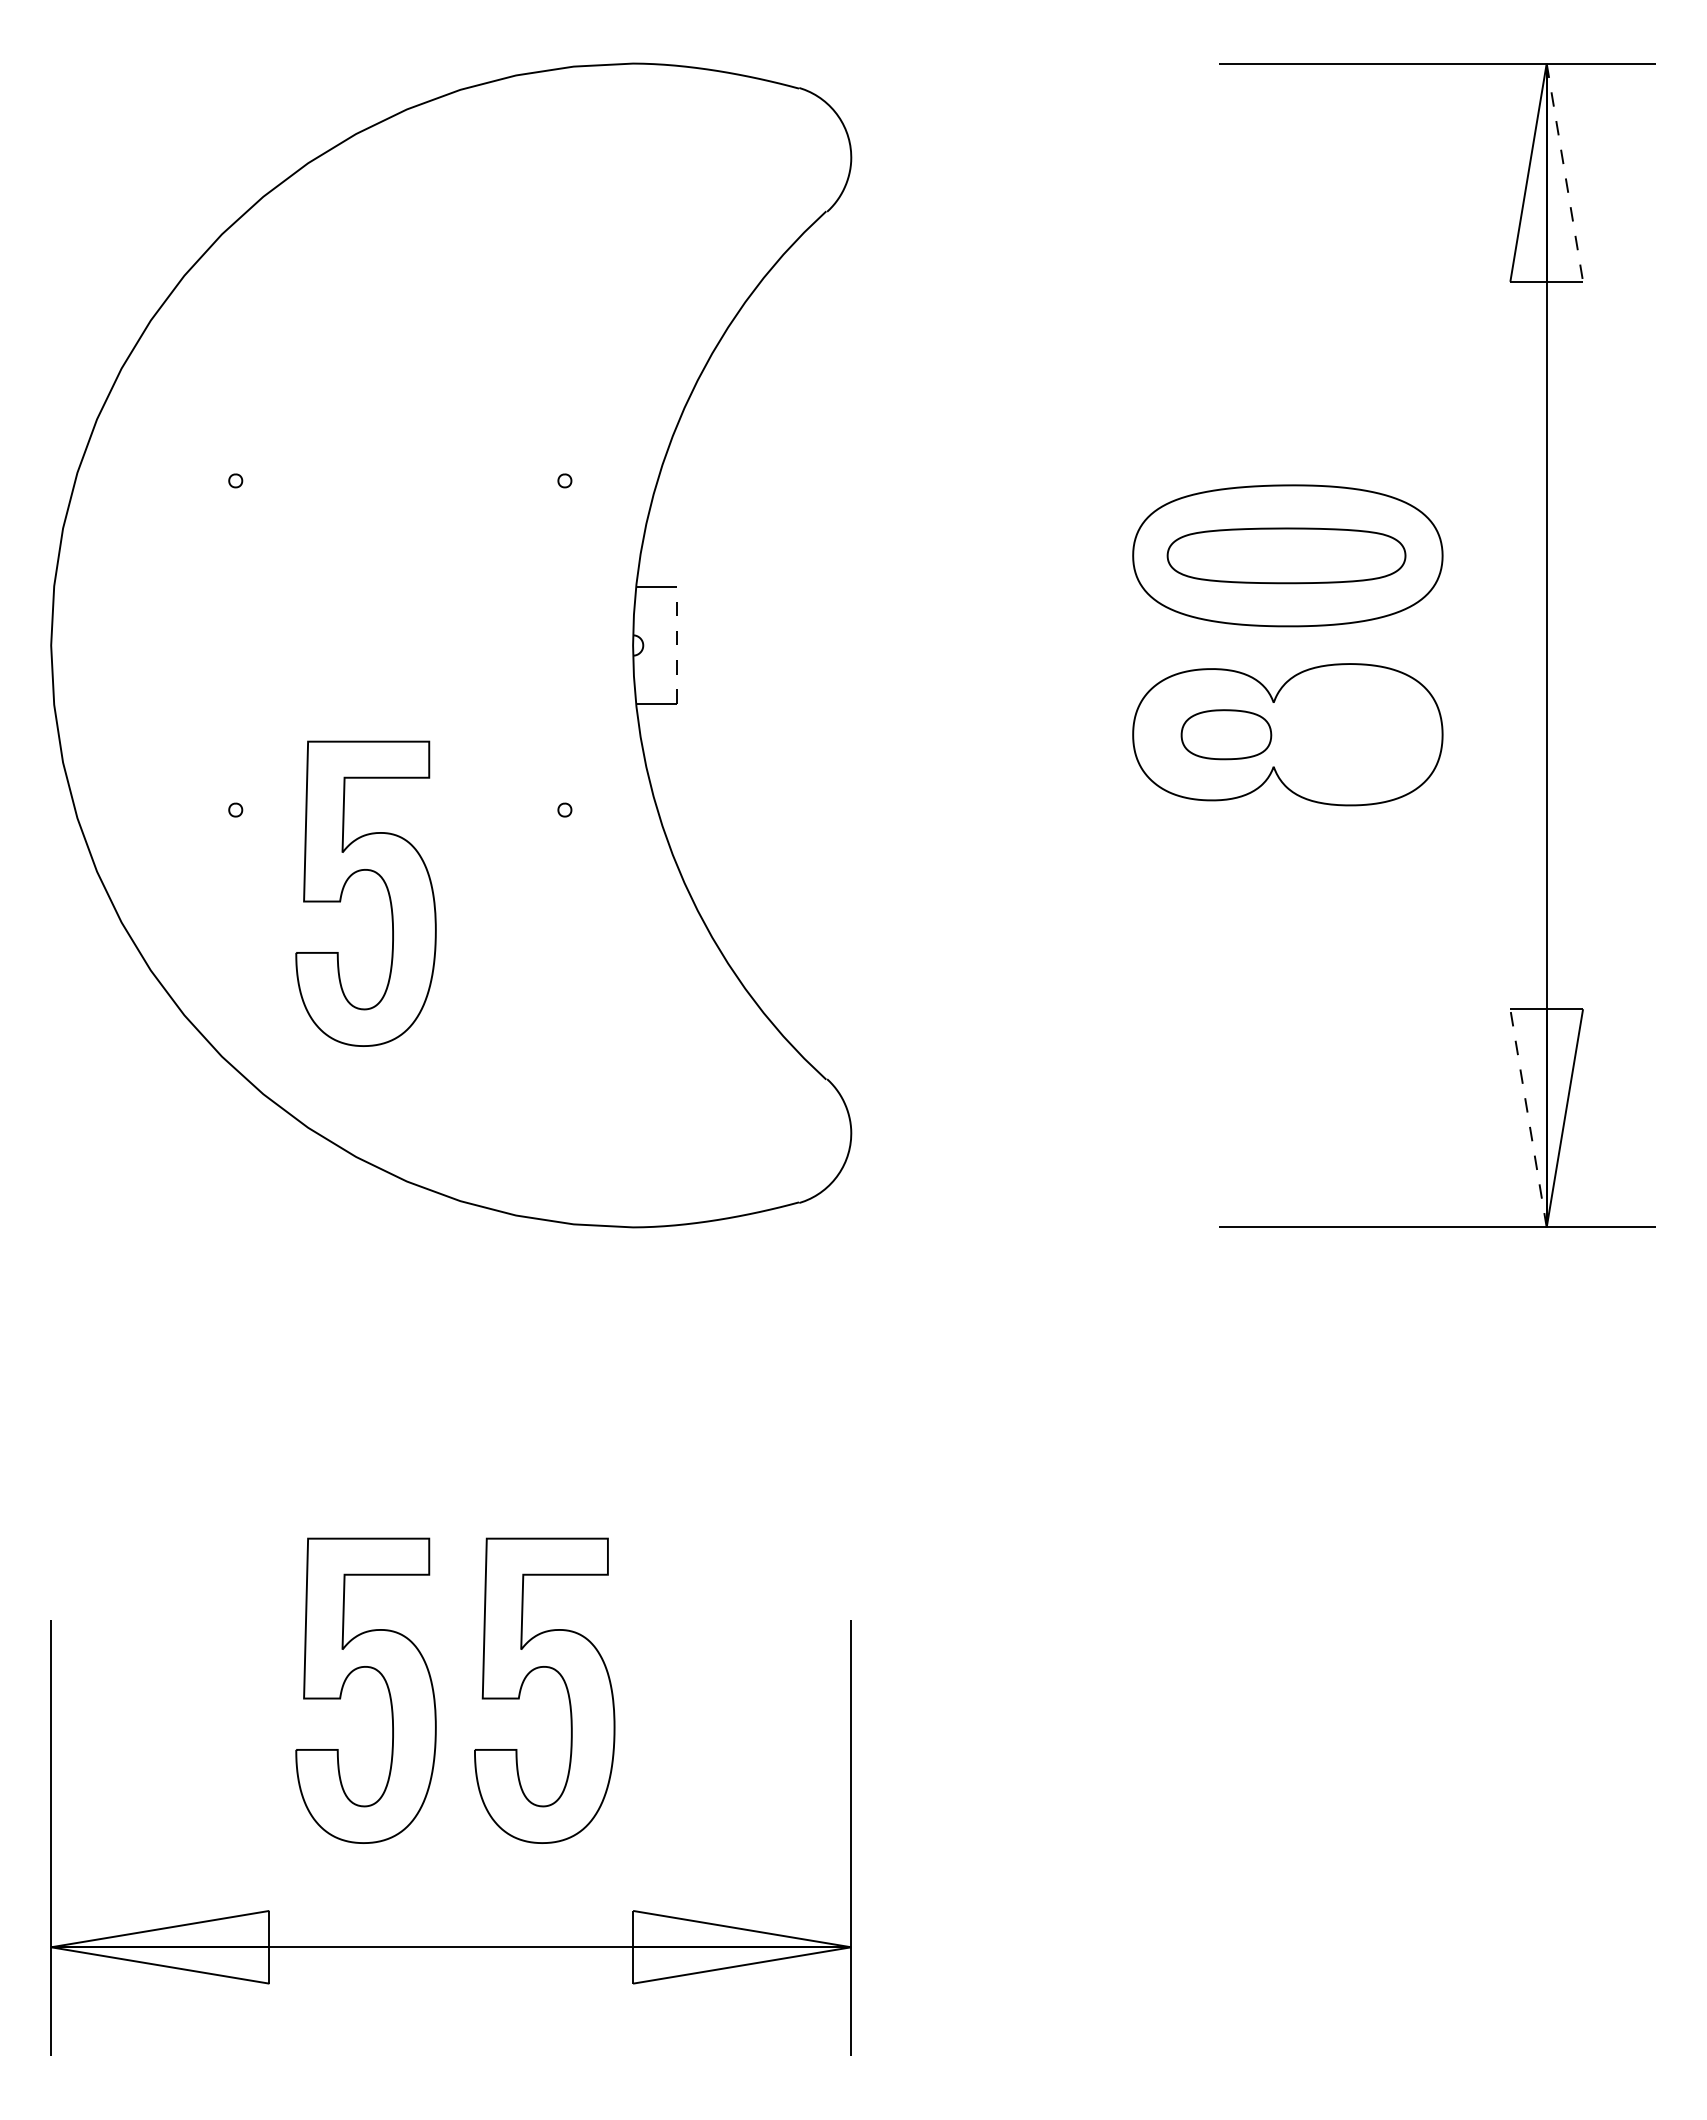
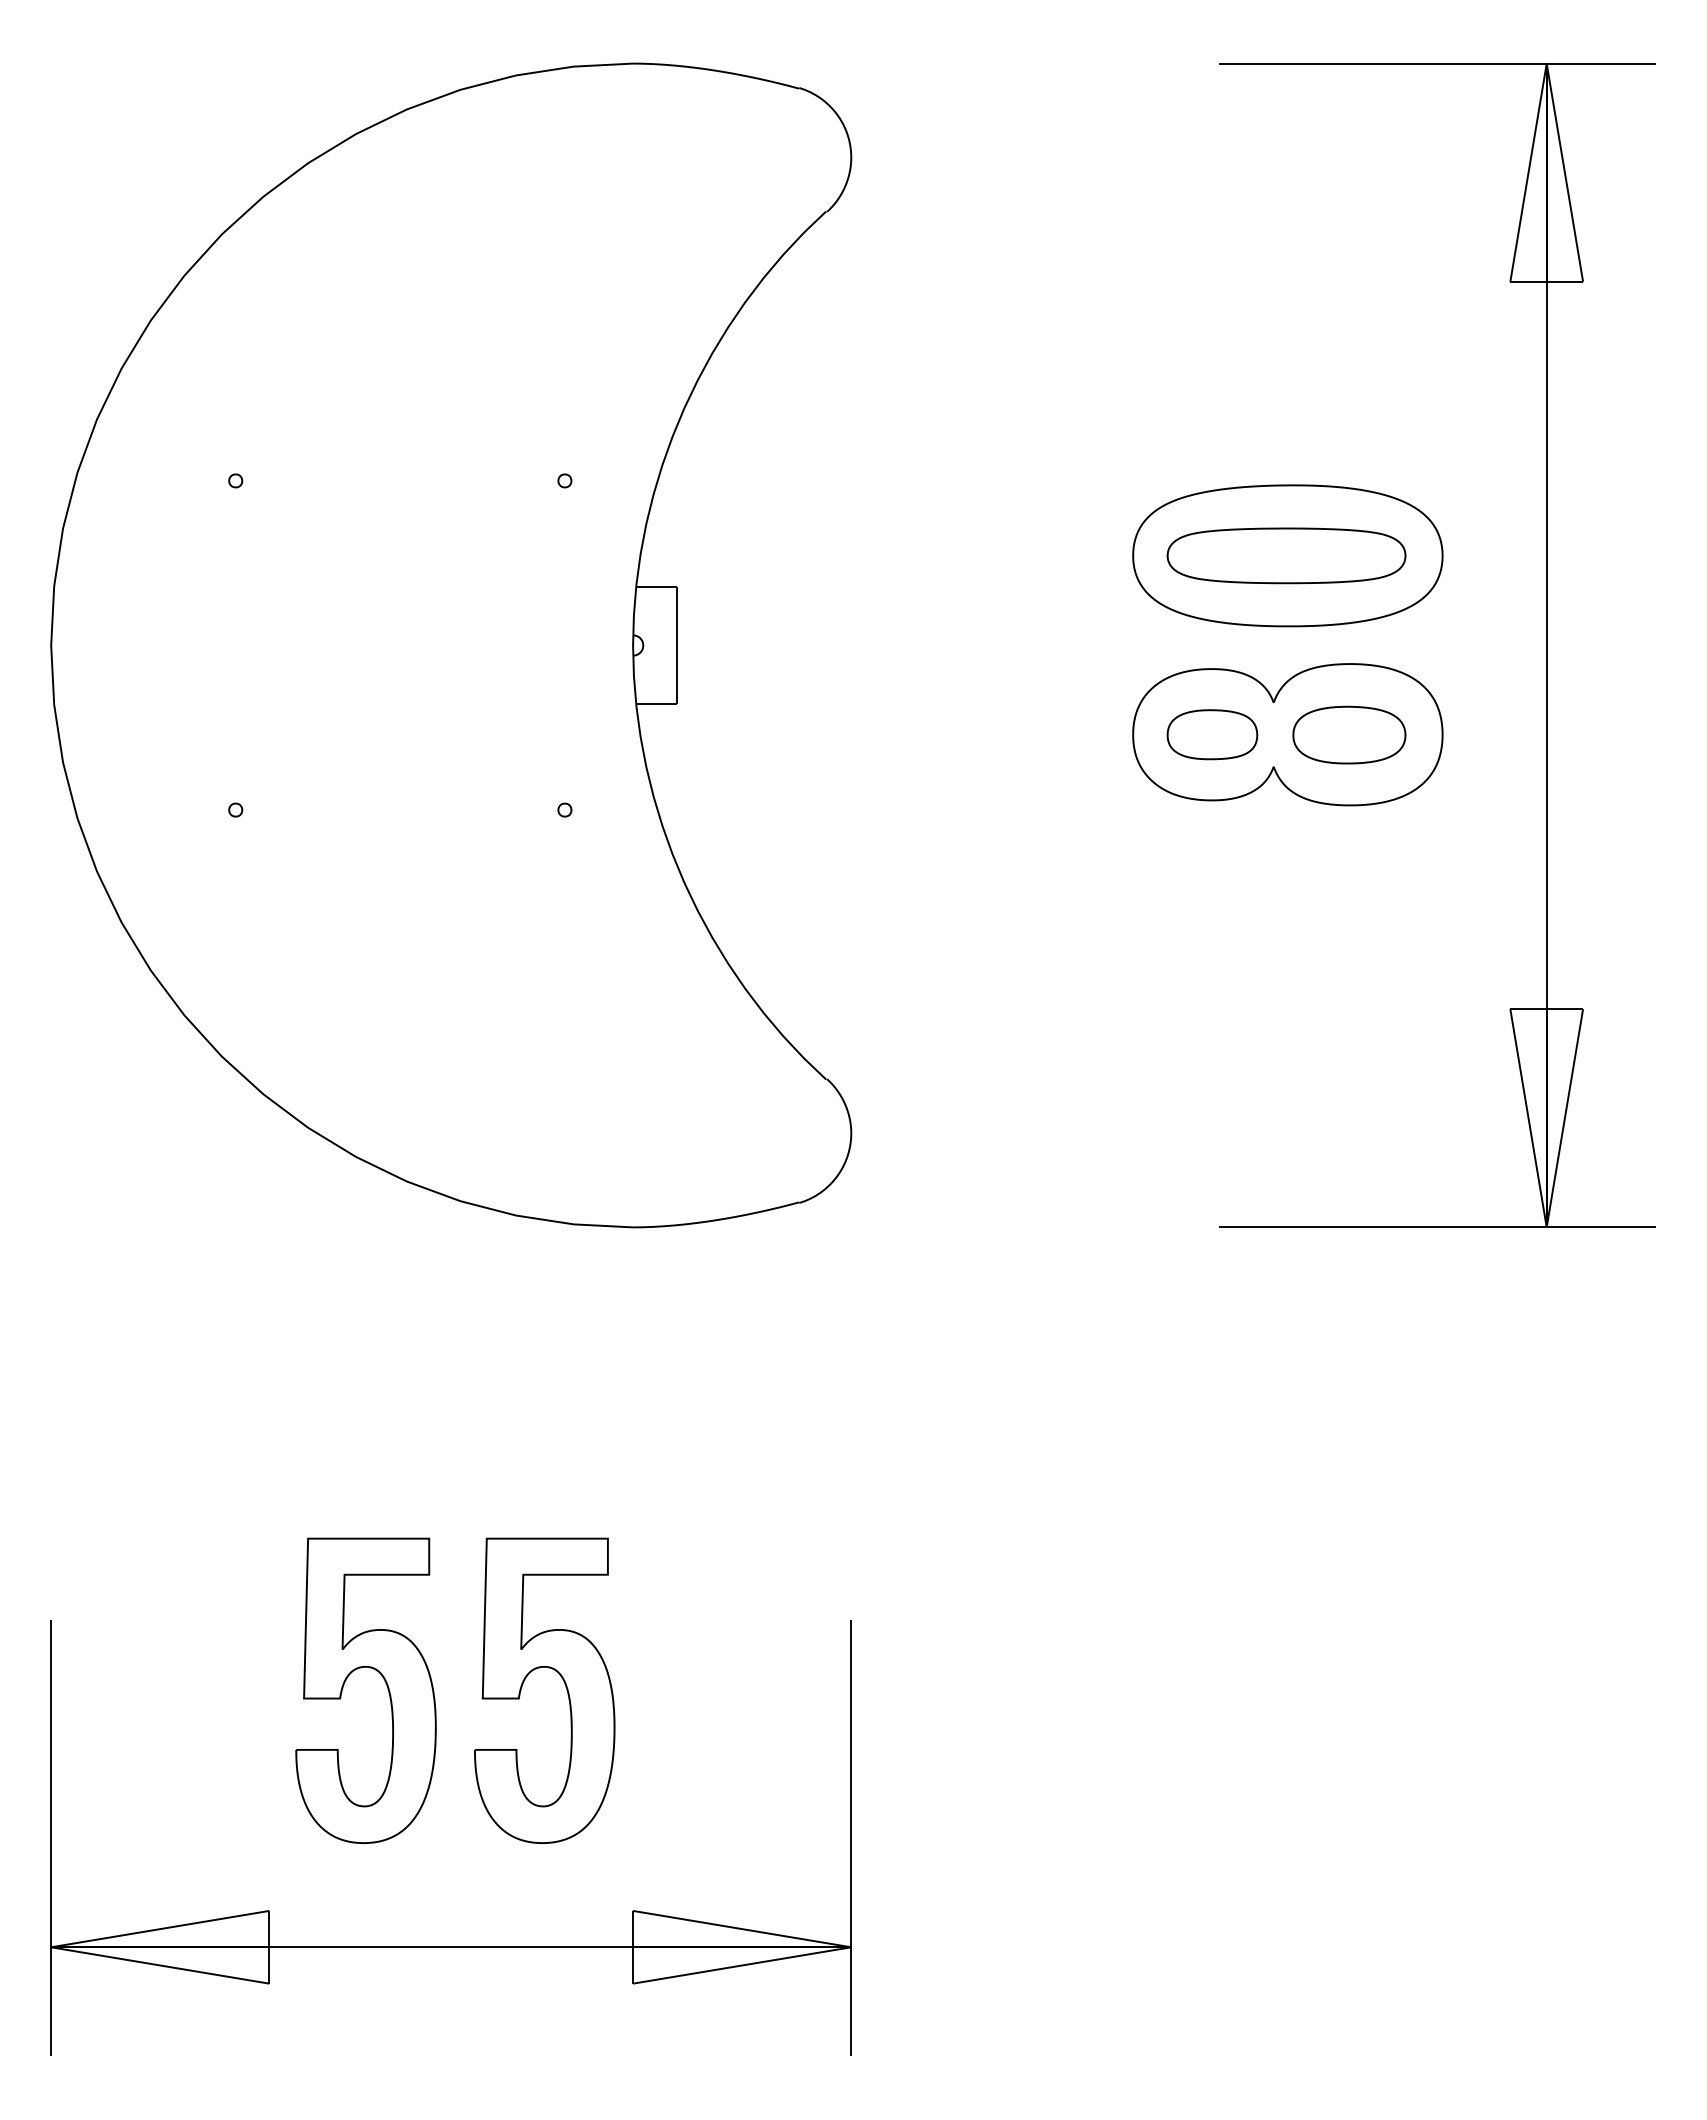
line at (1564, 172): dashed -> solid
line at (676, 645): dashed -> solid
part at (1226, 734) position: (1226, 734) -> (1212, 734)
part at (1349, 734): none -> present
part at (384, 884): present -> none
line at (1528, 1118): dashed -> solid
